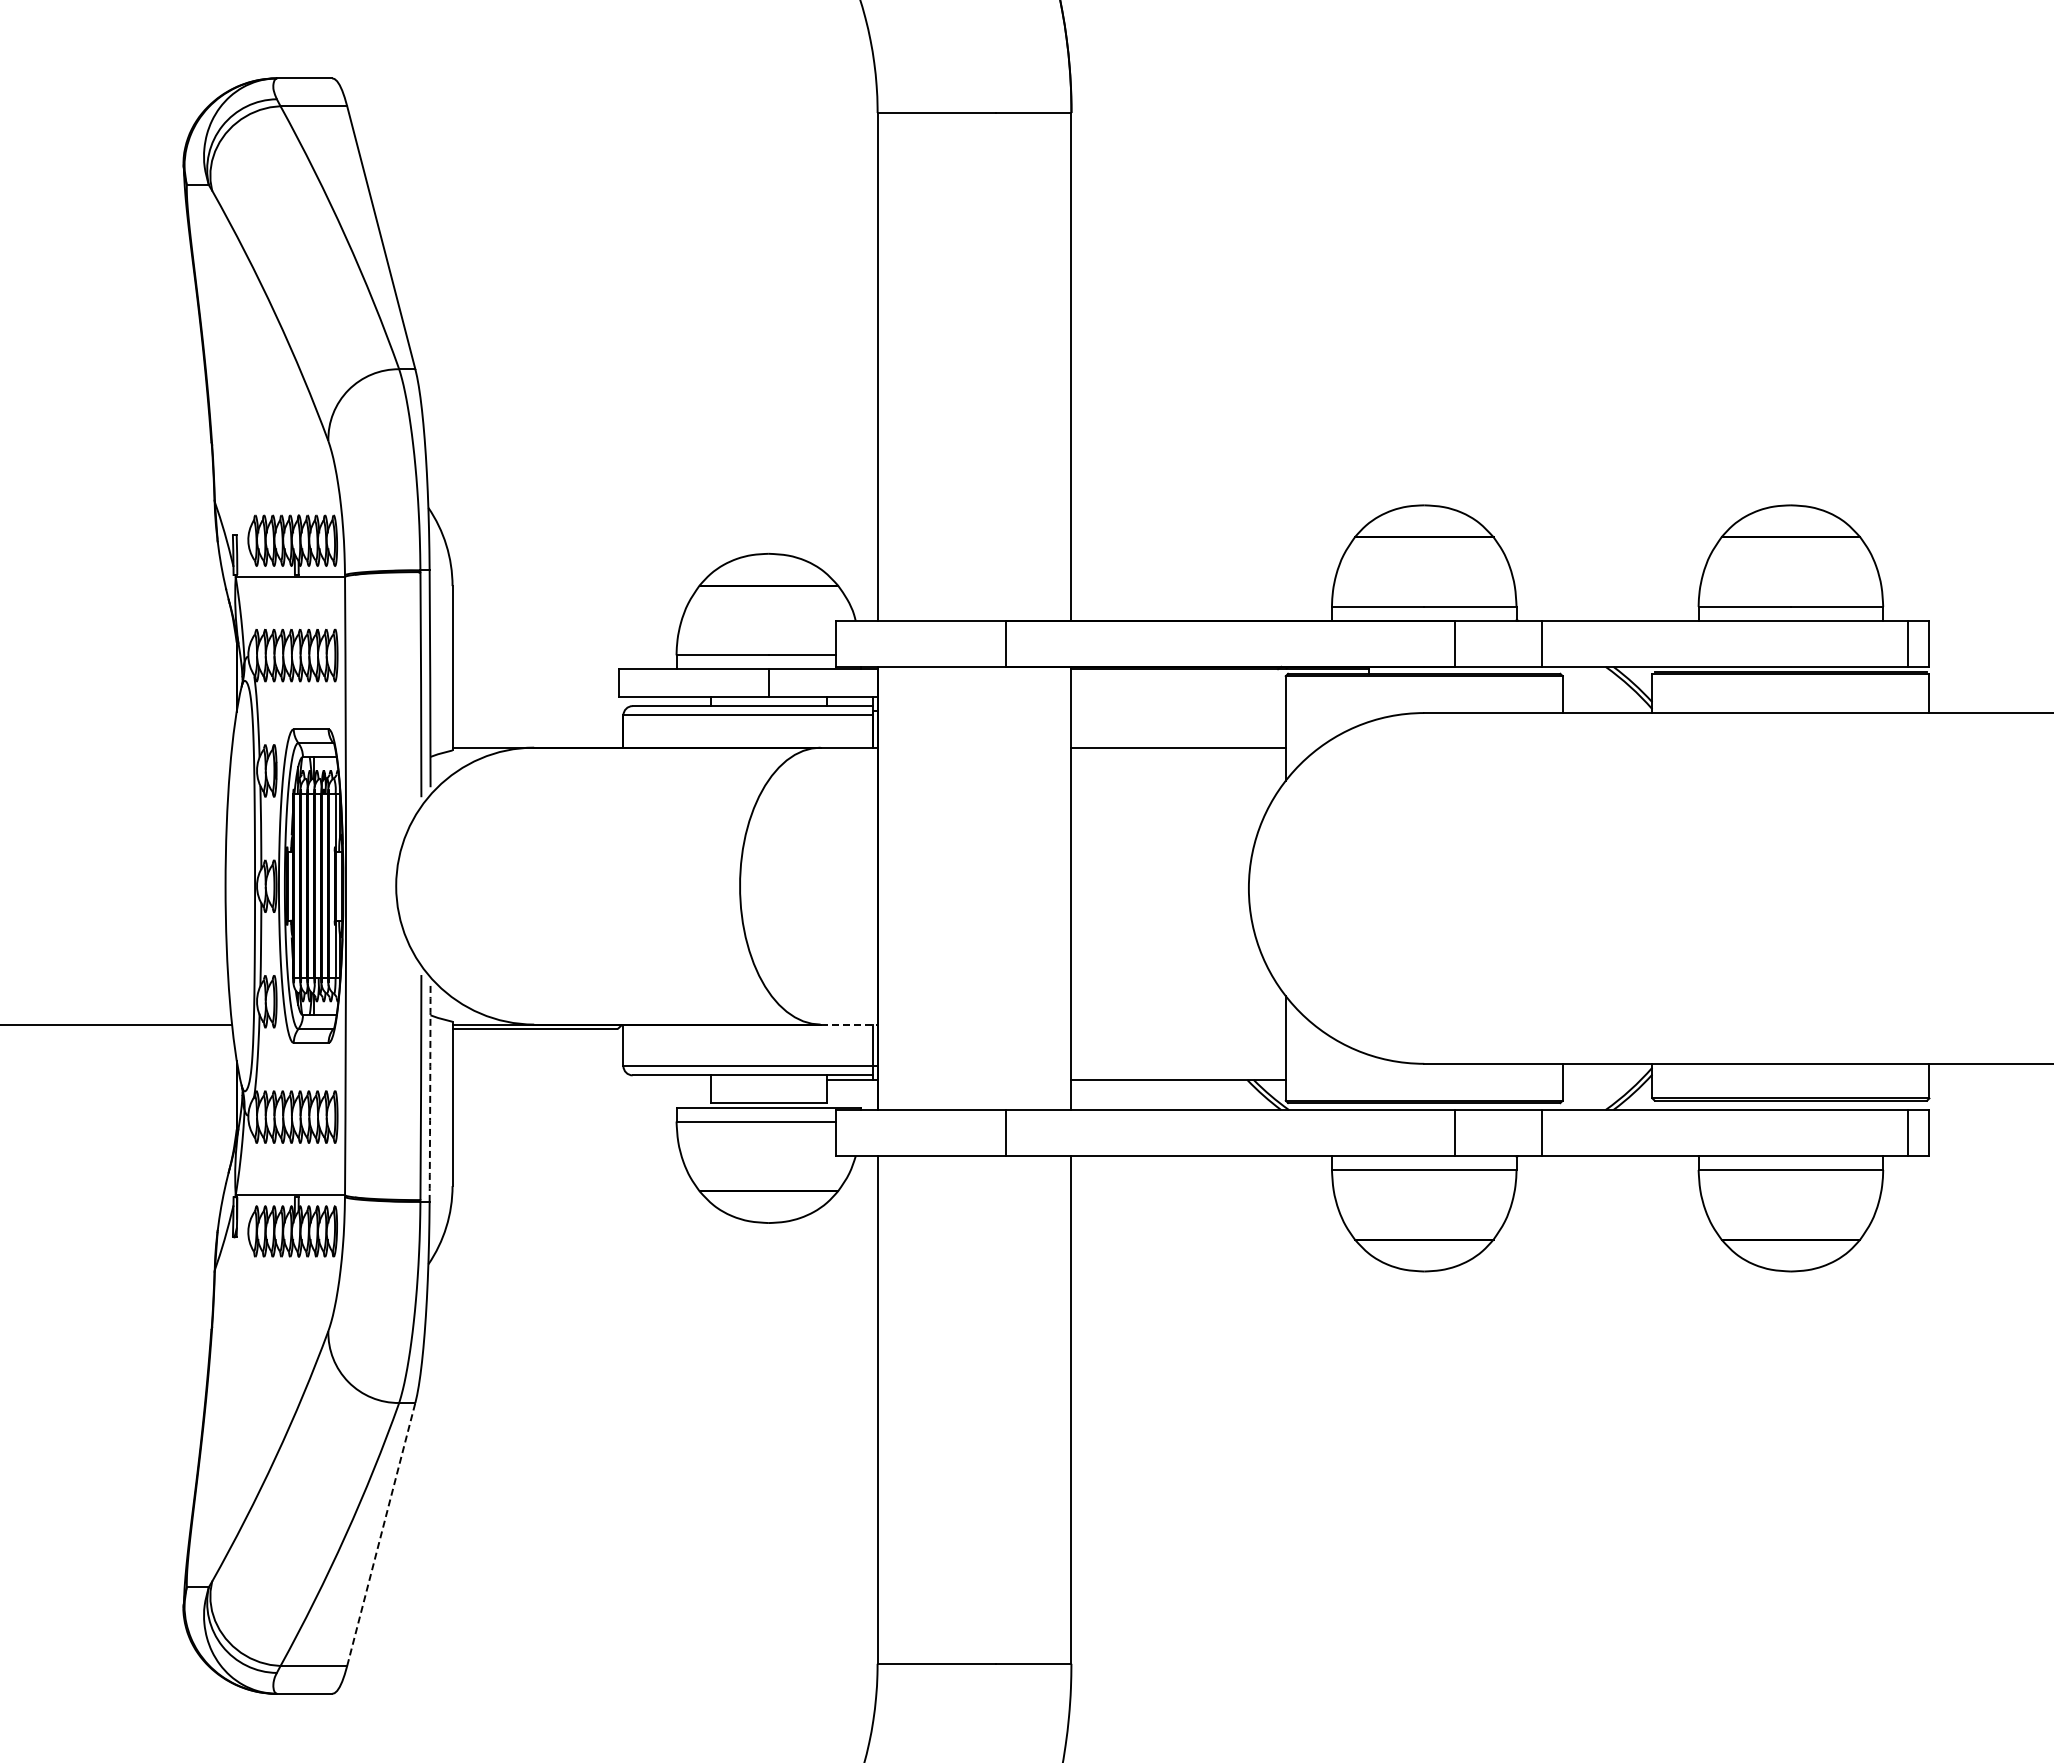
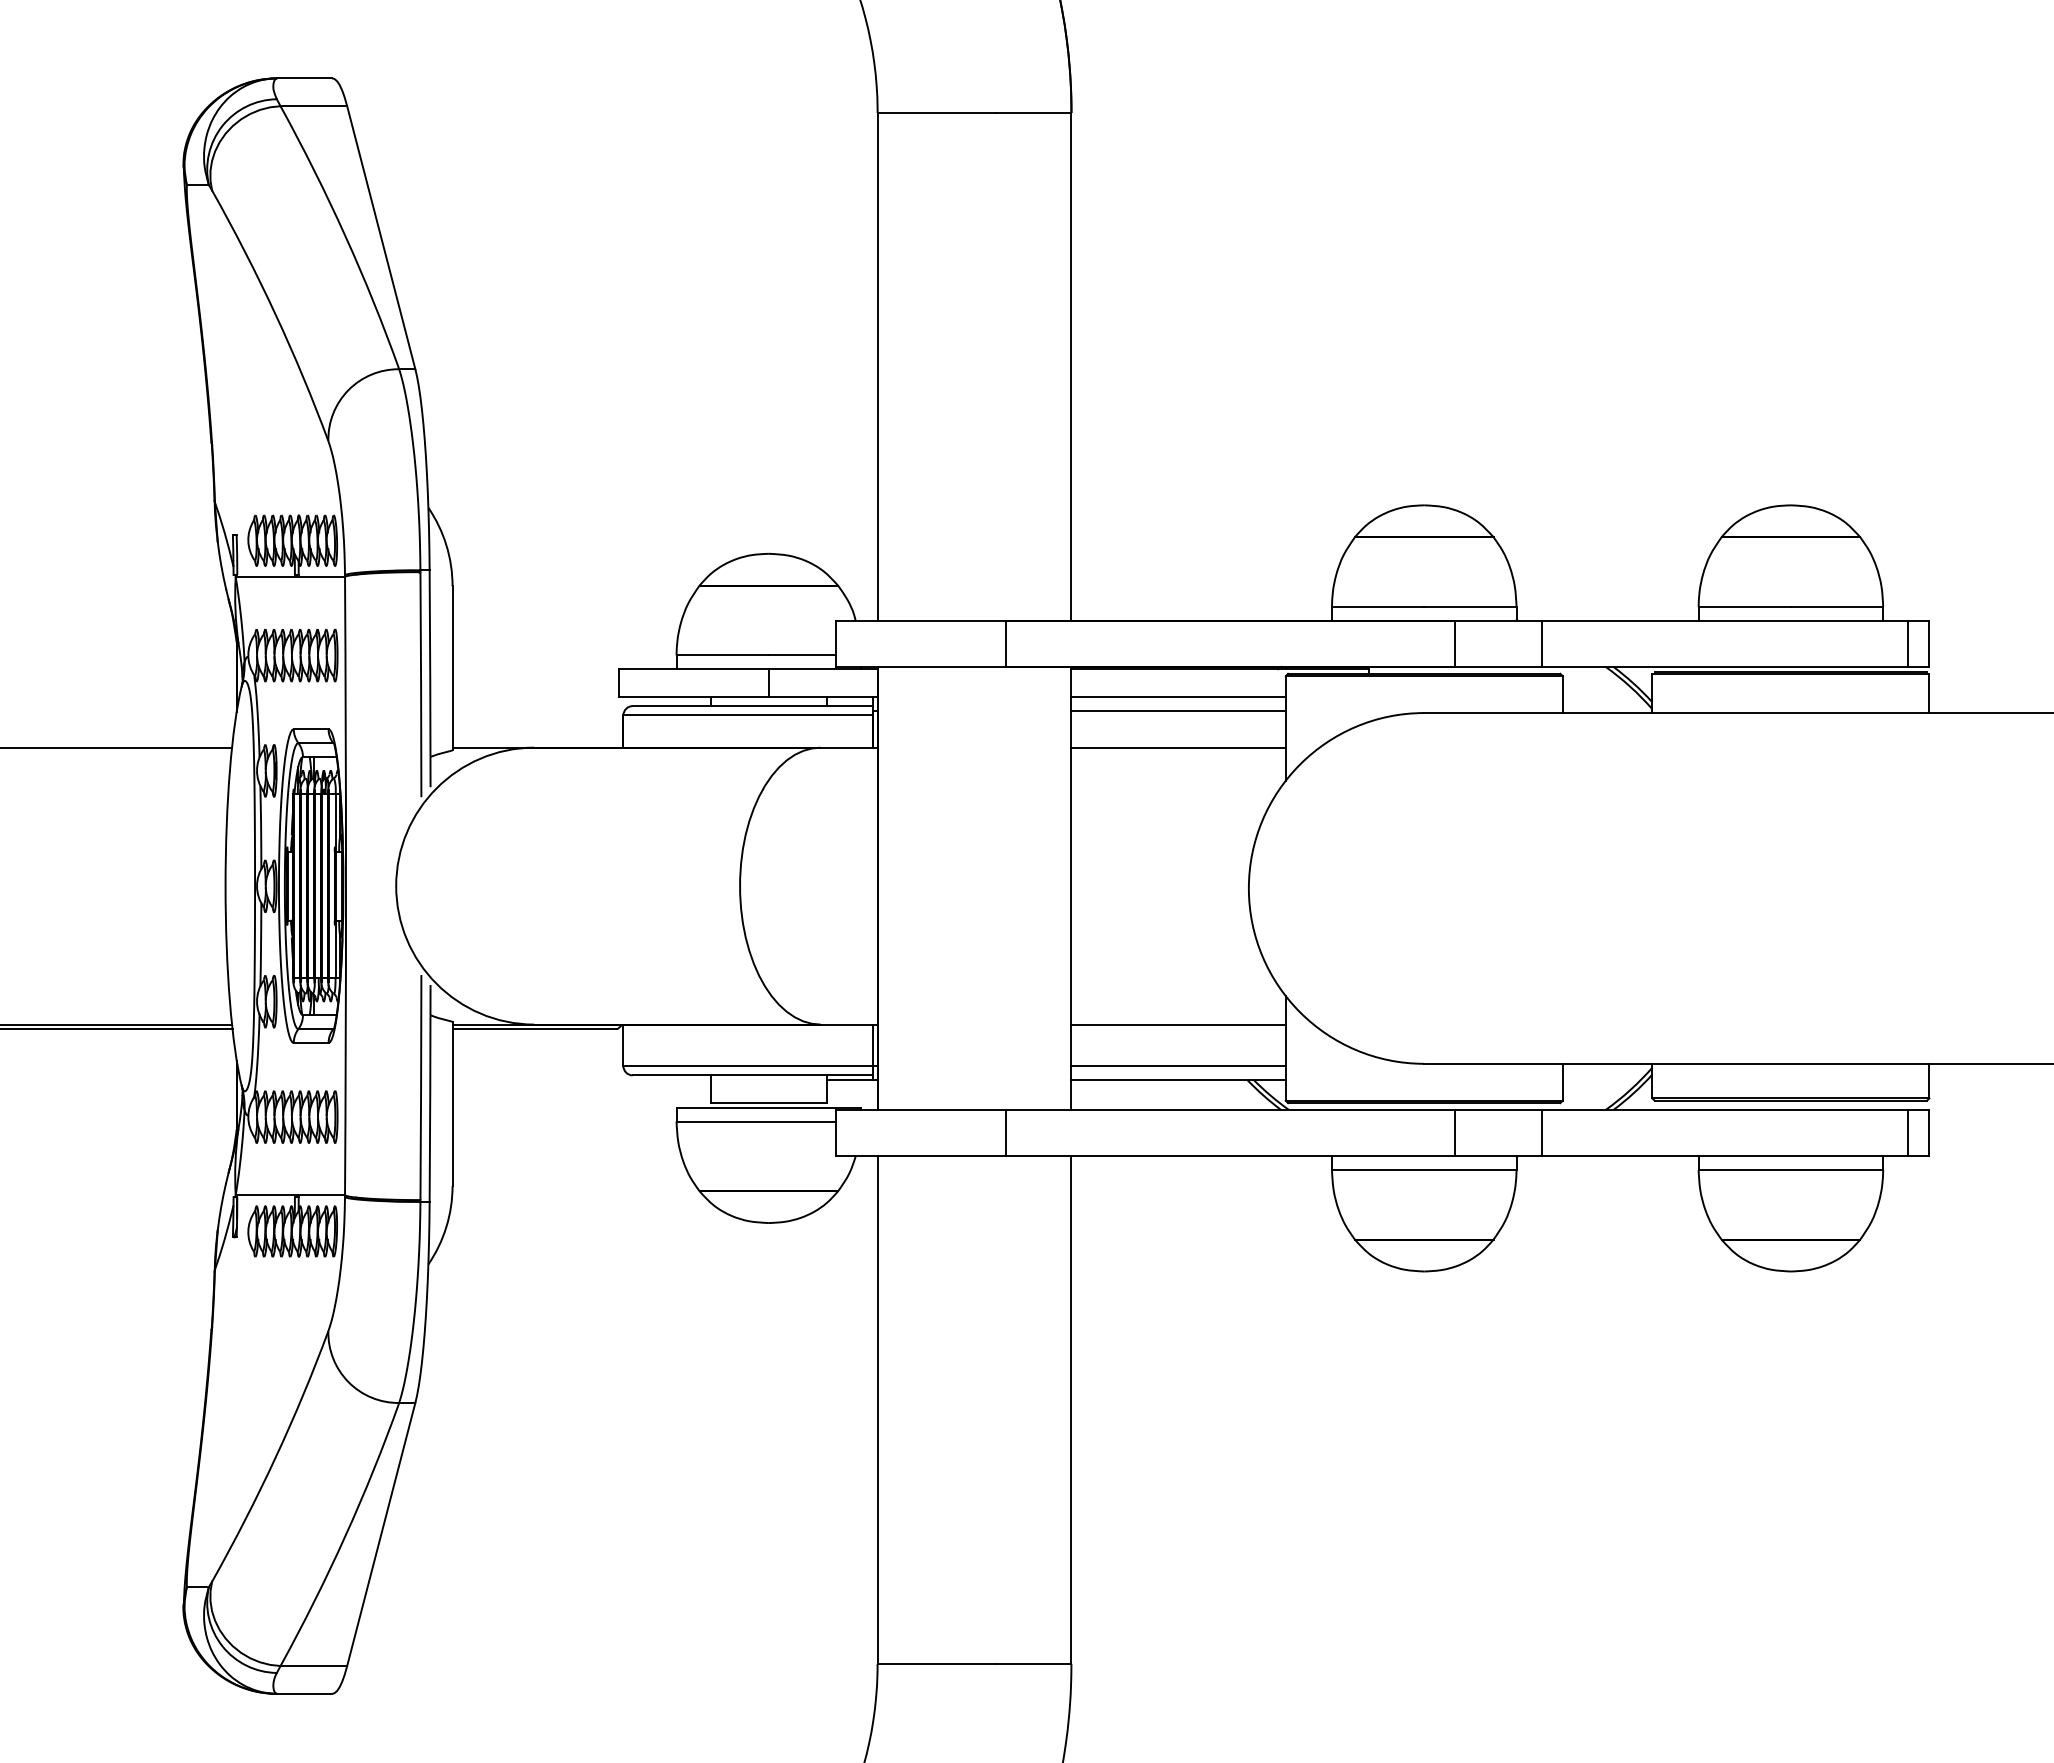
line at (1178, 696): none -> present
line at (1178, 710): none -> present
line at (117, 747): none -> present
line at (849, 1024): dashed -> solid
line at (1178, 1024): none -> present
line at (117, 1029): none -> present
line at (1178, 1066): none -> present
arc at (430, 1093): dashed -> solid
line at (381, 1534): dashed -> solid
